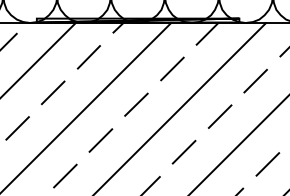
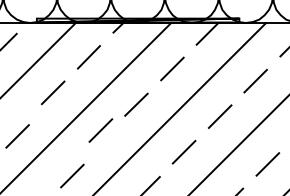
line at (17, 128) position: (17, 128) -> (17, 136)
line at (100, 140) position: (100, 140) -> (100, 130)
line at (65, 175) position: (65, 175) -> (72, 175)
